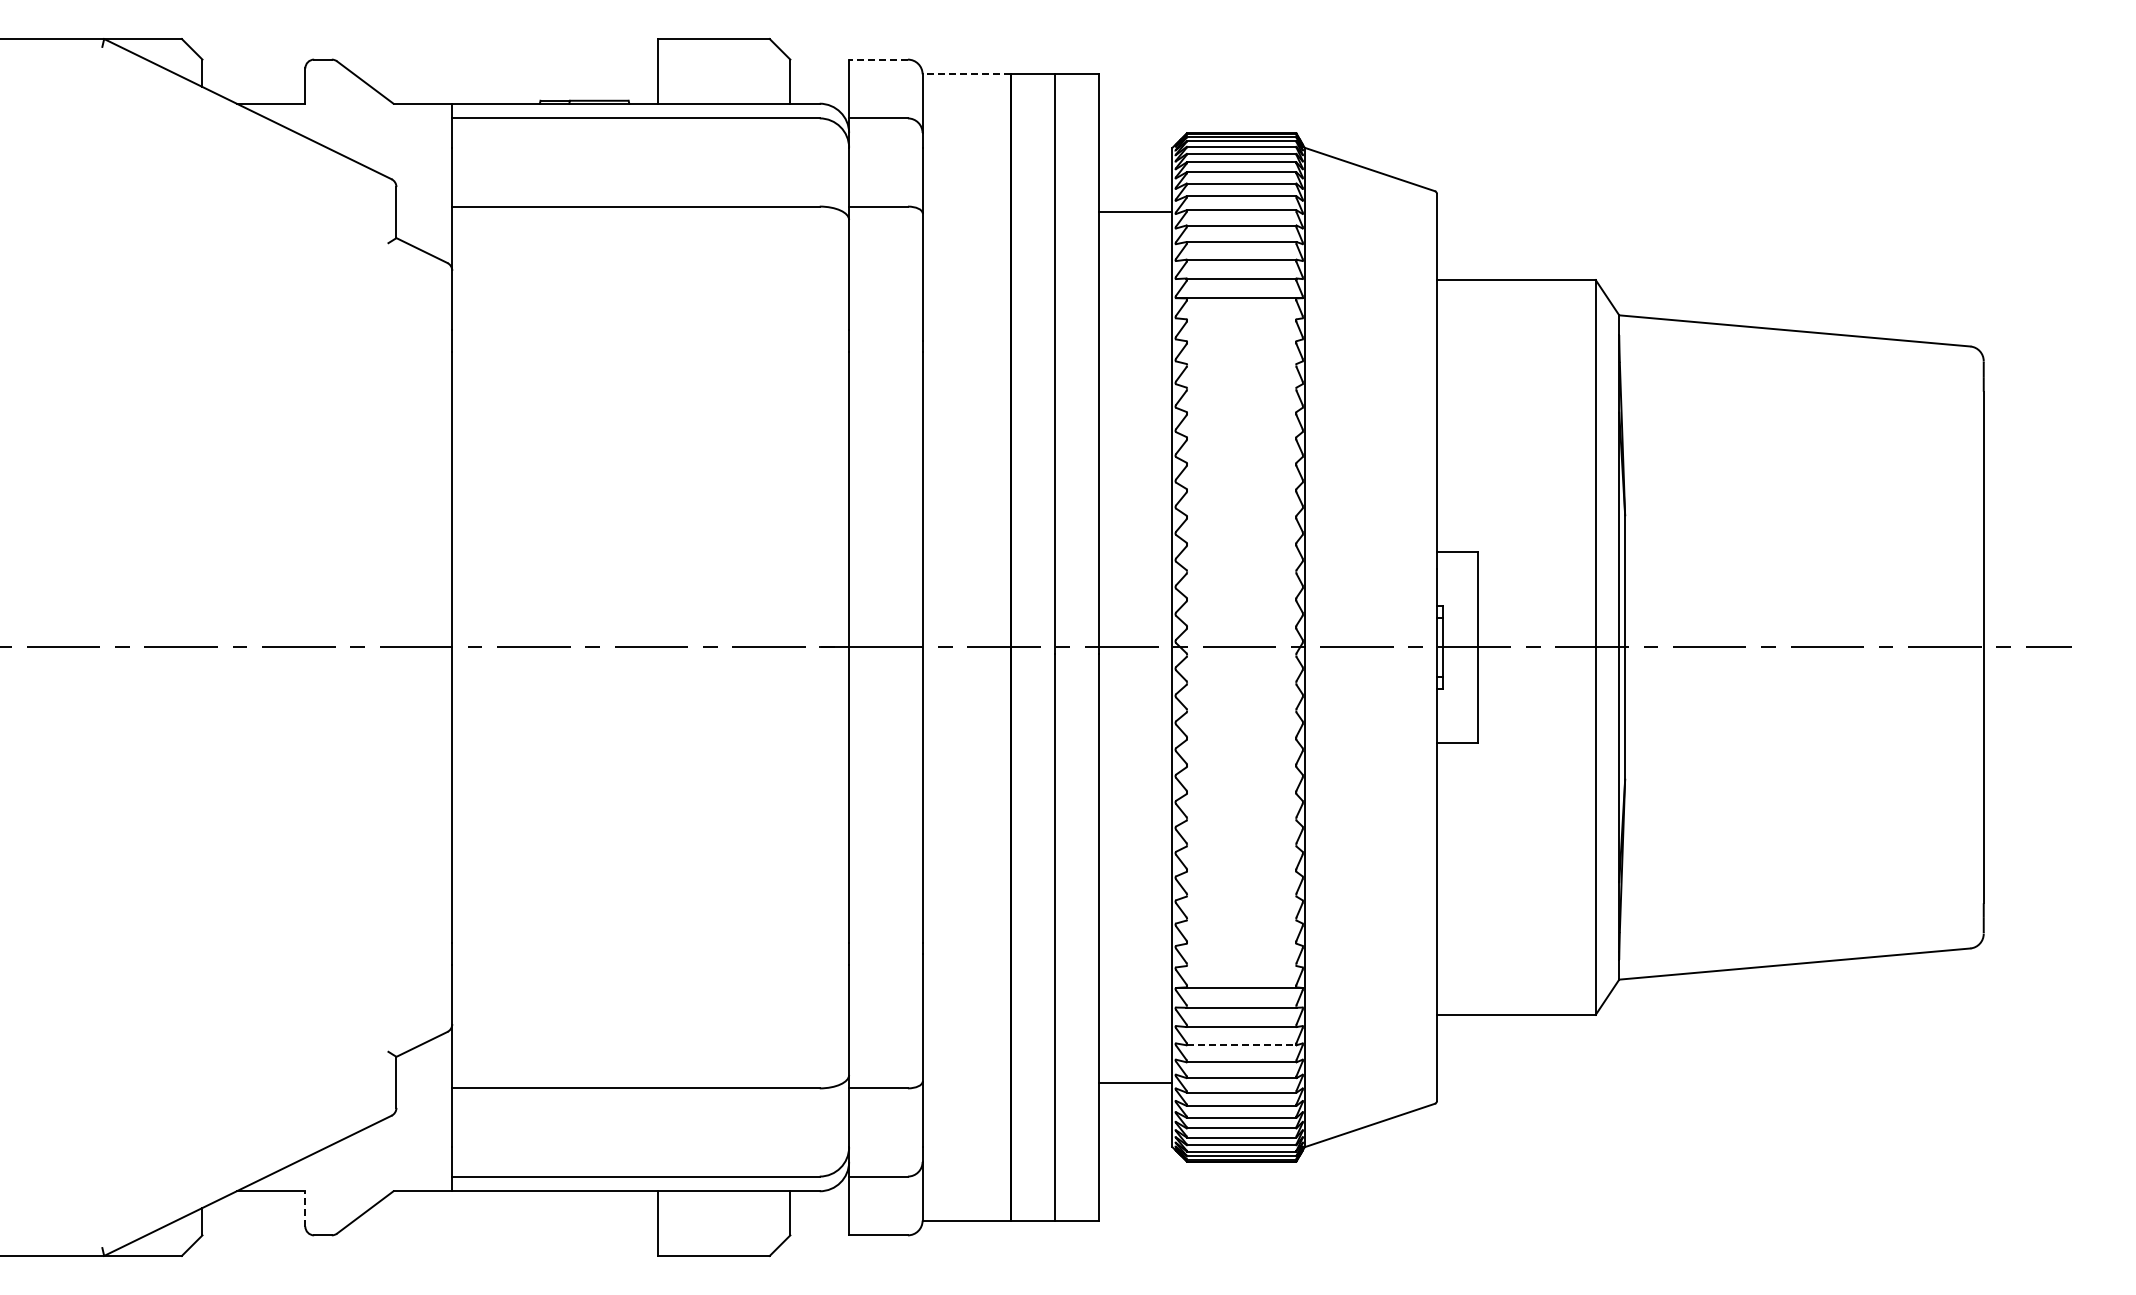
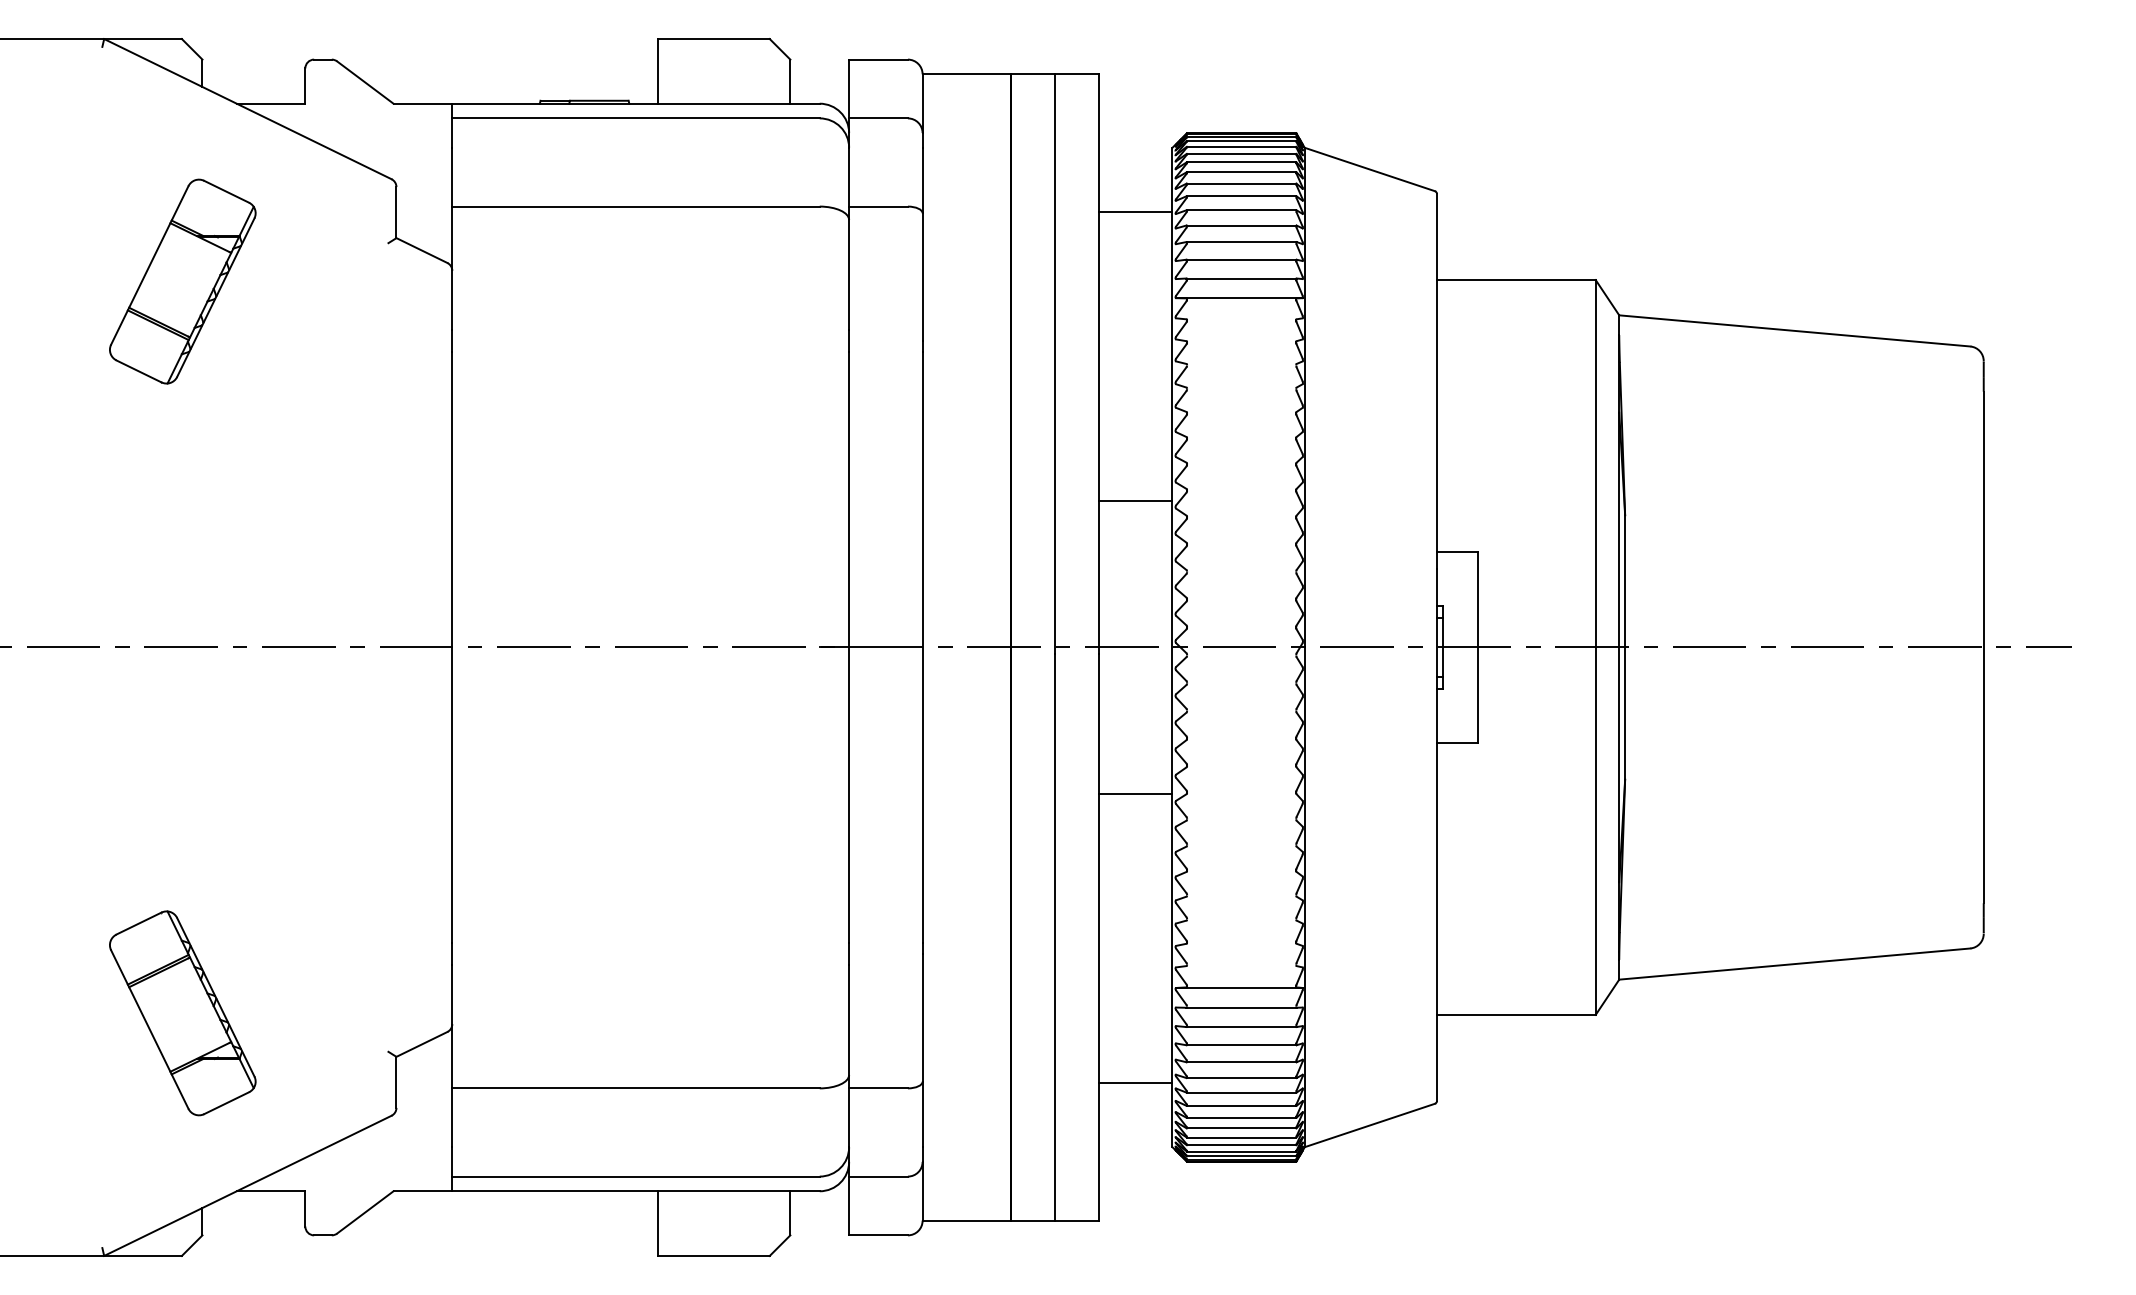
line at (878, 59): dashed -> solid
line at (966, 74): dashed -> solid
part at (182, 281): none -> present
line at (1135, 501): none -> present
line at (1135, 793): none -> present
part at (182, 1013): none -> present
line at (1242, 1045): dashed -> solid
line at (305, 1208): dashed -> solid
